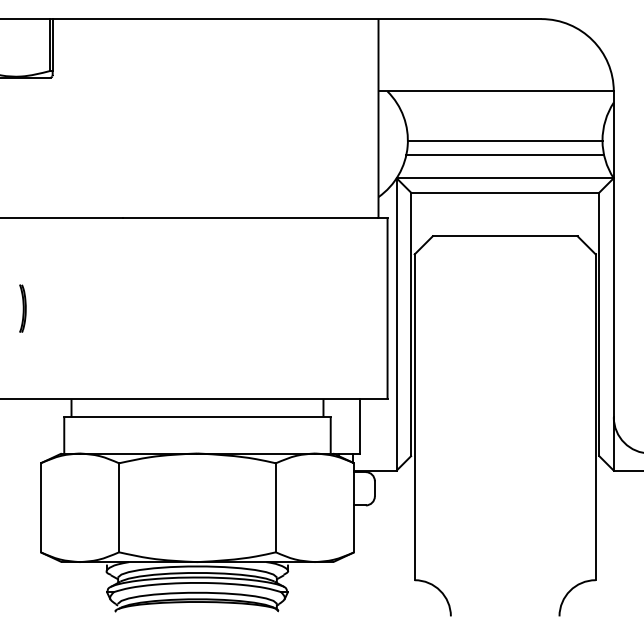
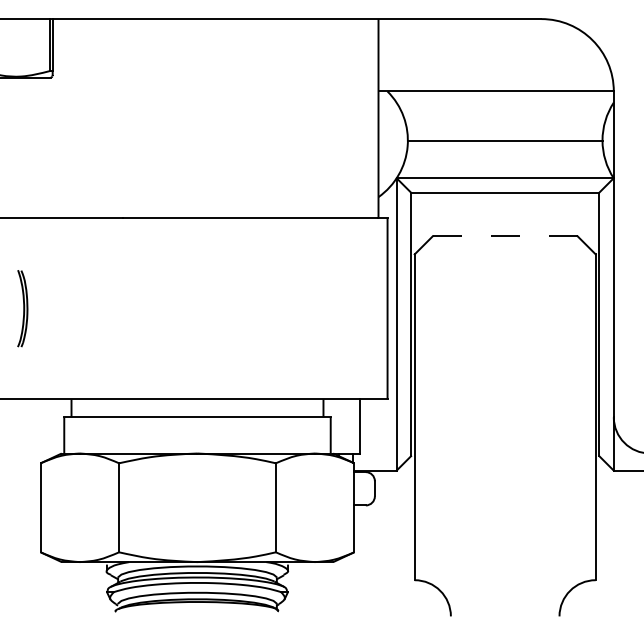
line at (505, 155): present -> none
line at (505, 236): solid -> dashed
part at (22, 308) size: 8x49 px -> 12x78 px
